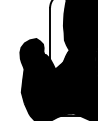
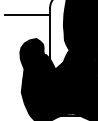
line at (27, 14): none -> present
